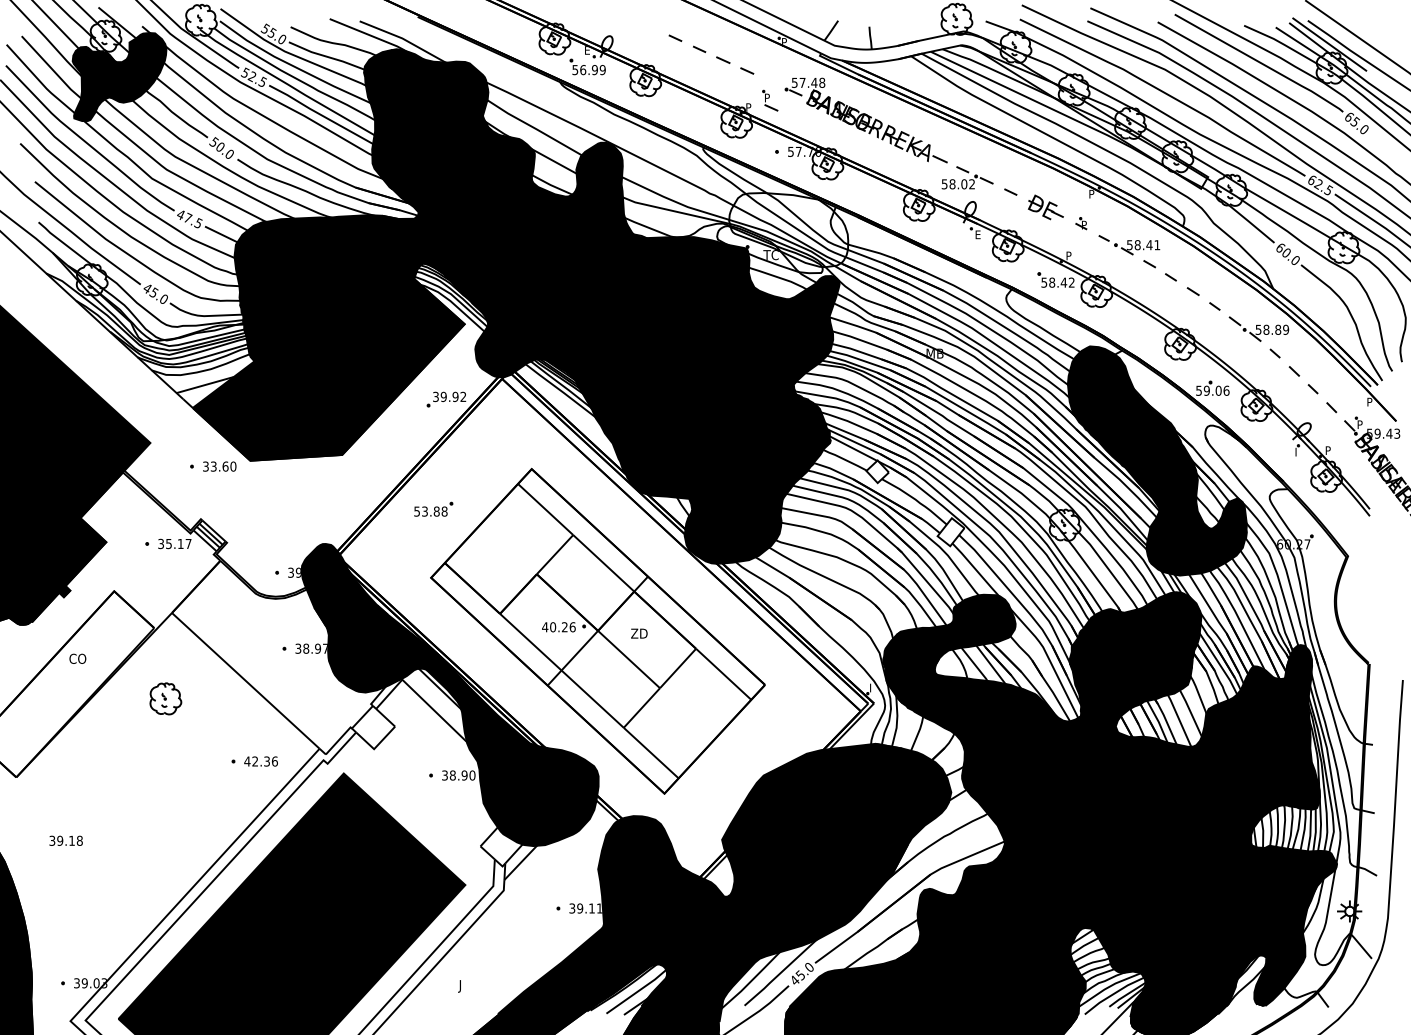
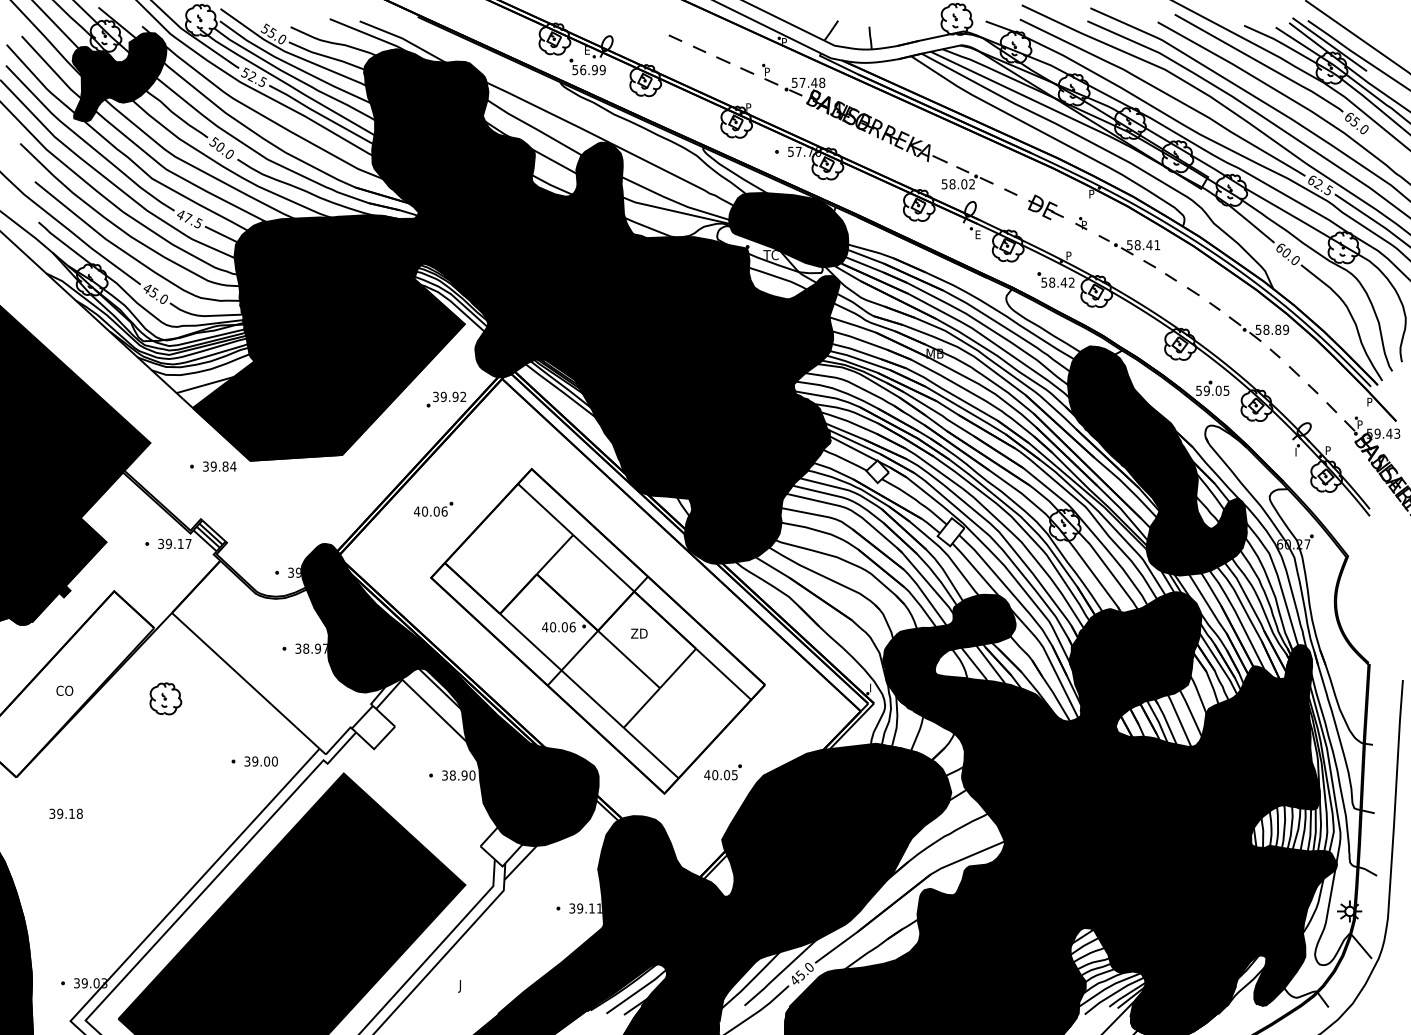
part at (770, 100) position: (770, 100) -> (770, 74)
fill at (788, 230): none -> present
text at (1226, 390): 59.06 -> 59.05
text at (223, 466): 33.60 -> 39.84
text at (430, 511): 53.88 -> 40.06
text at (168, 543): 35.17 -> 39.17
text at (564, 627): 40.26 -> 40.06
text at (77, 658) position: (77, 658) -> (64, 690)
text at (260, 761): 42.36 -> 39.00
part at (722, 772): none -> present
text at (65, 840) position: (65, 840) -> (65, 813)
